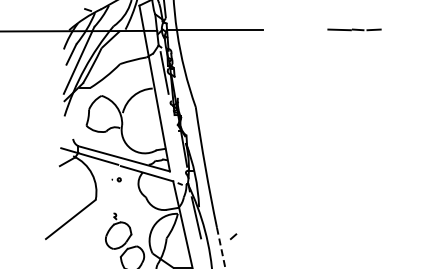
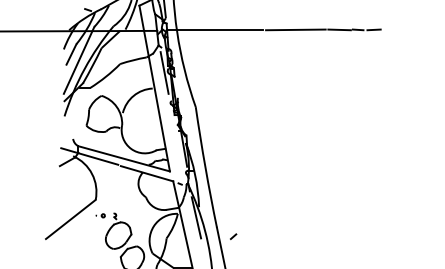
line at (295, 29): none -> present
part at (116, 179) position: (116, 179) -> (100, 215)
line at (221, 248): dashed -> solid
